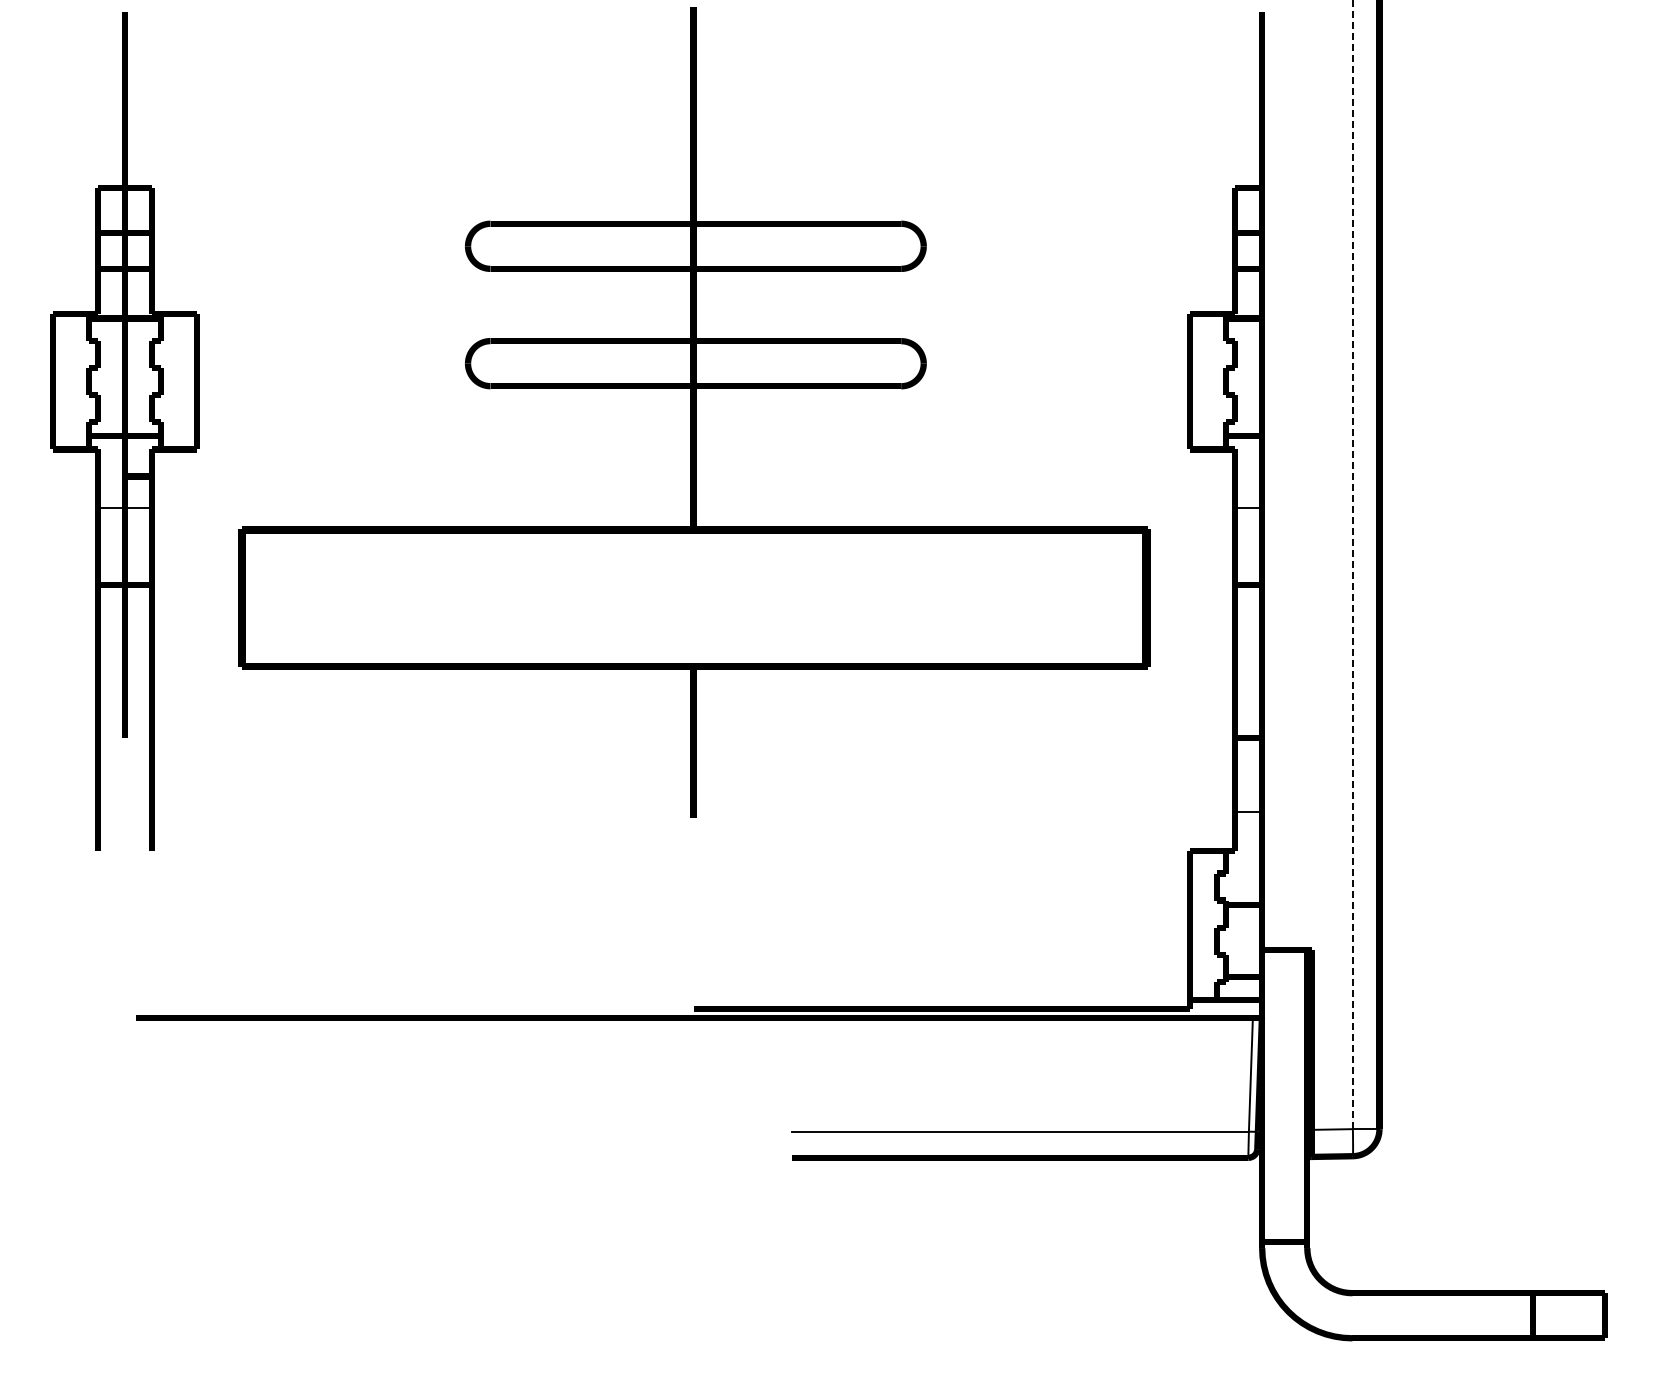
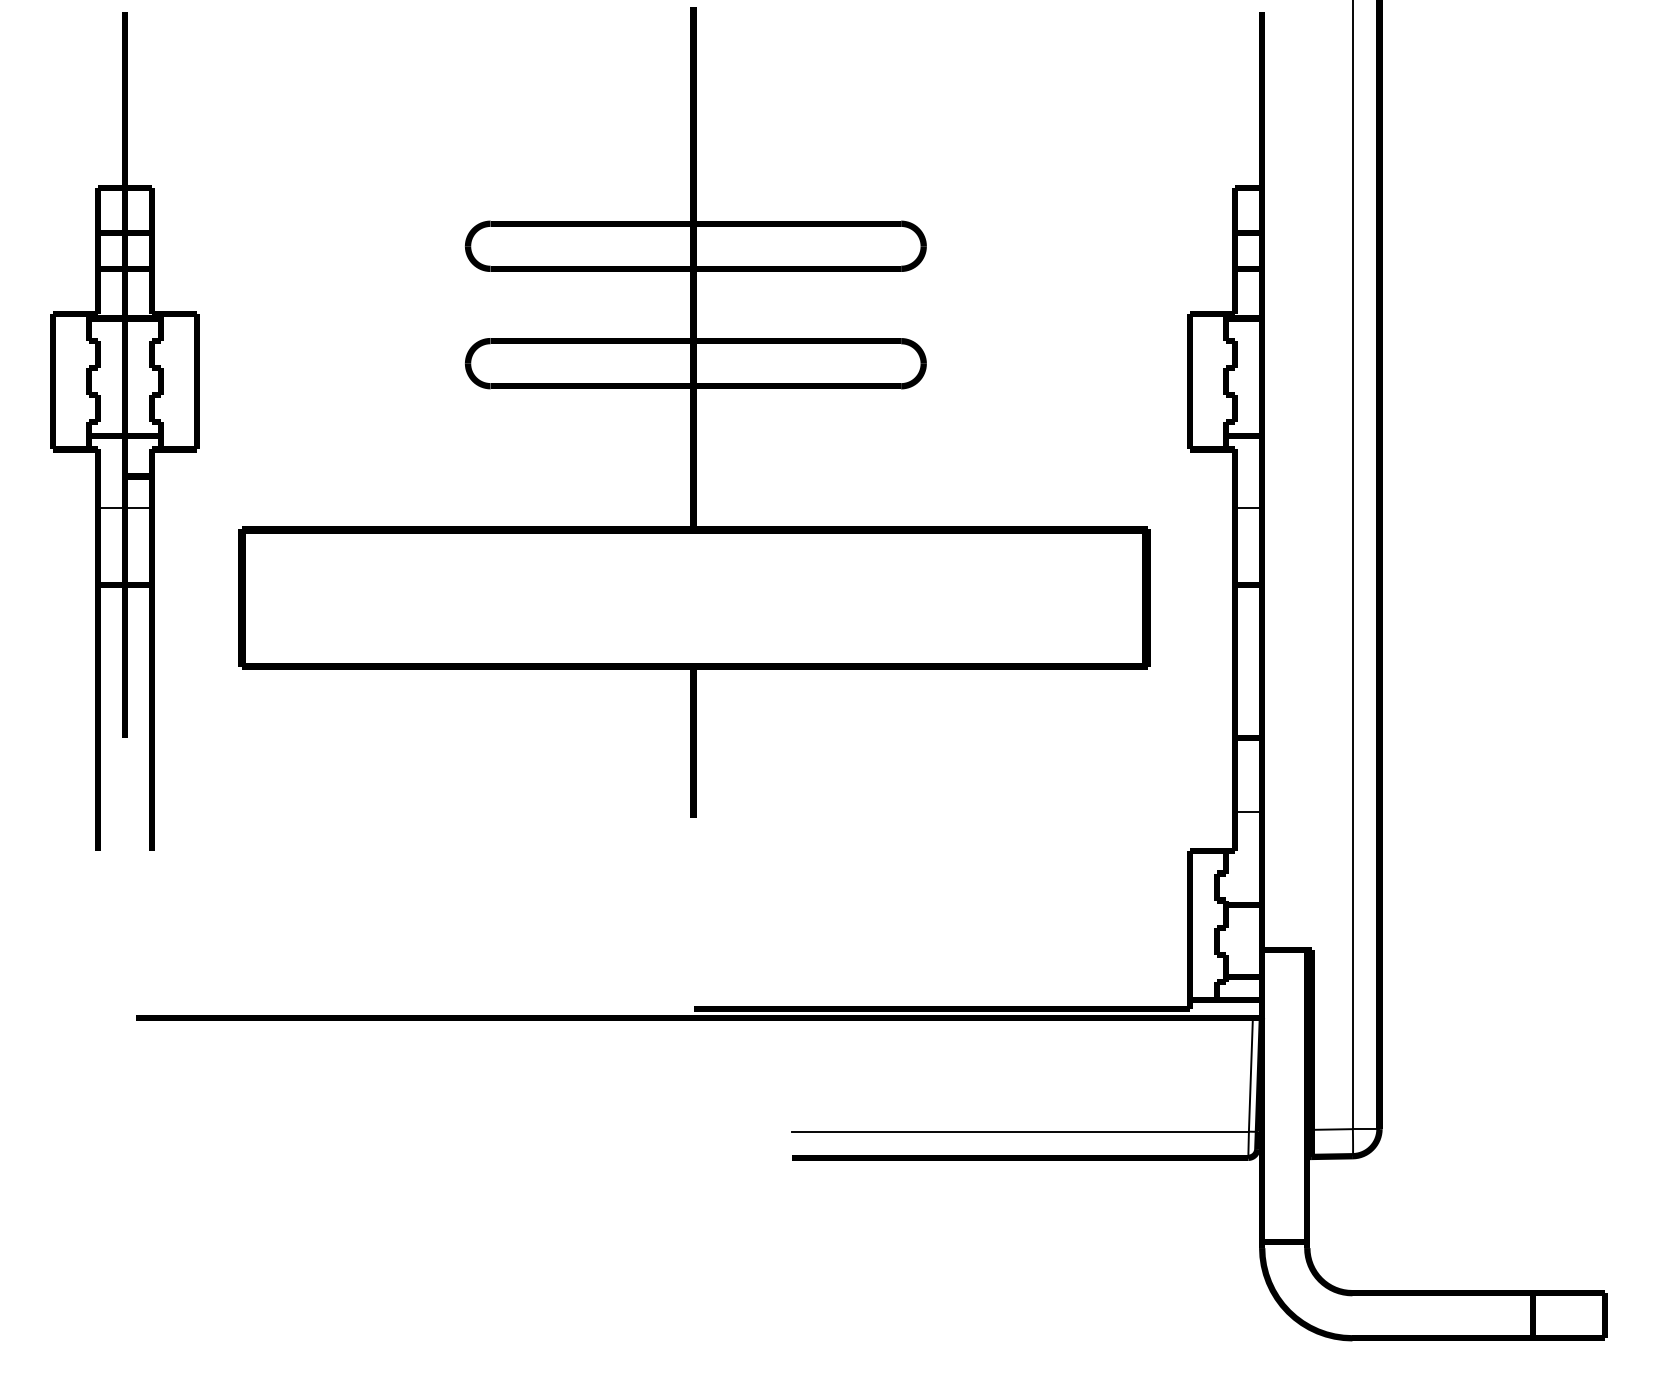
line at (1352, 564): dashed -> solid
